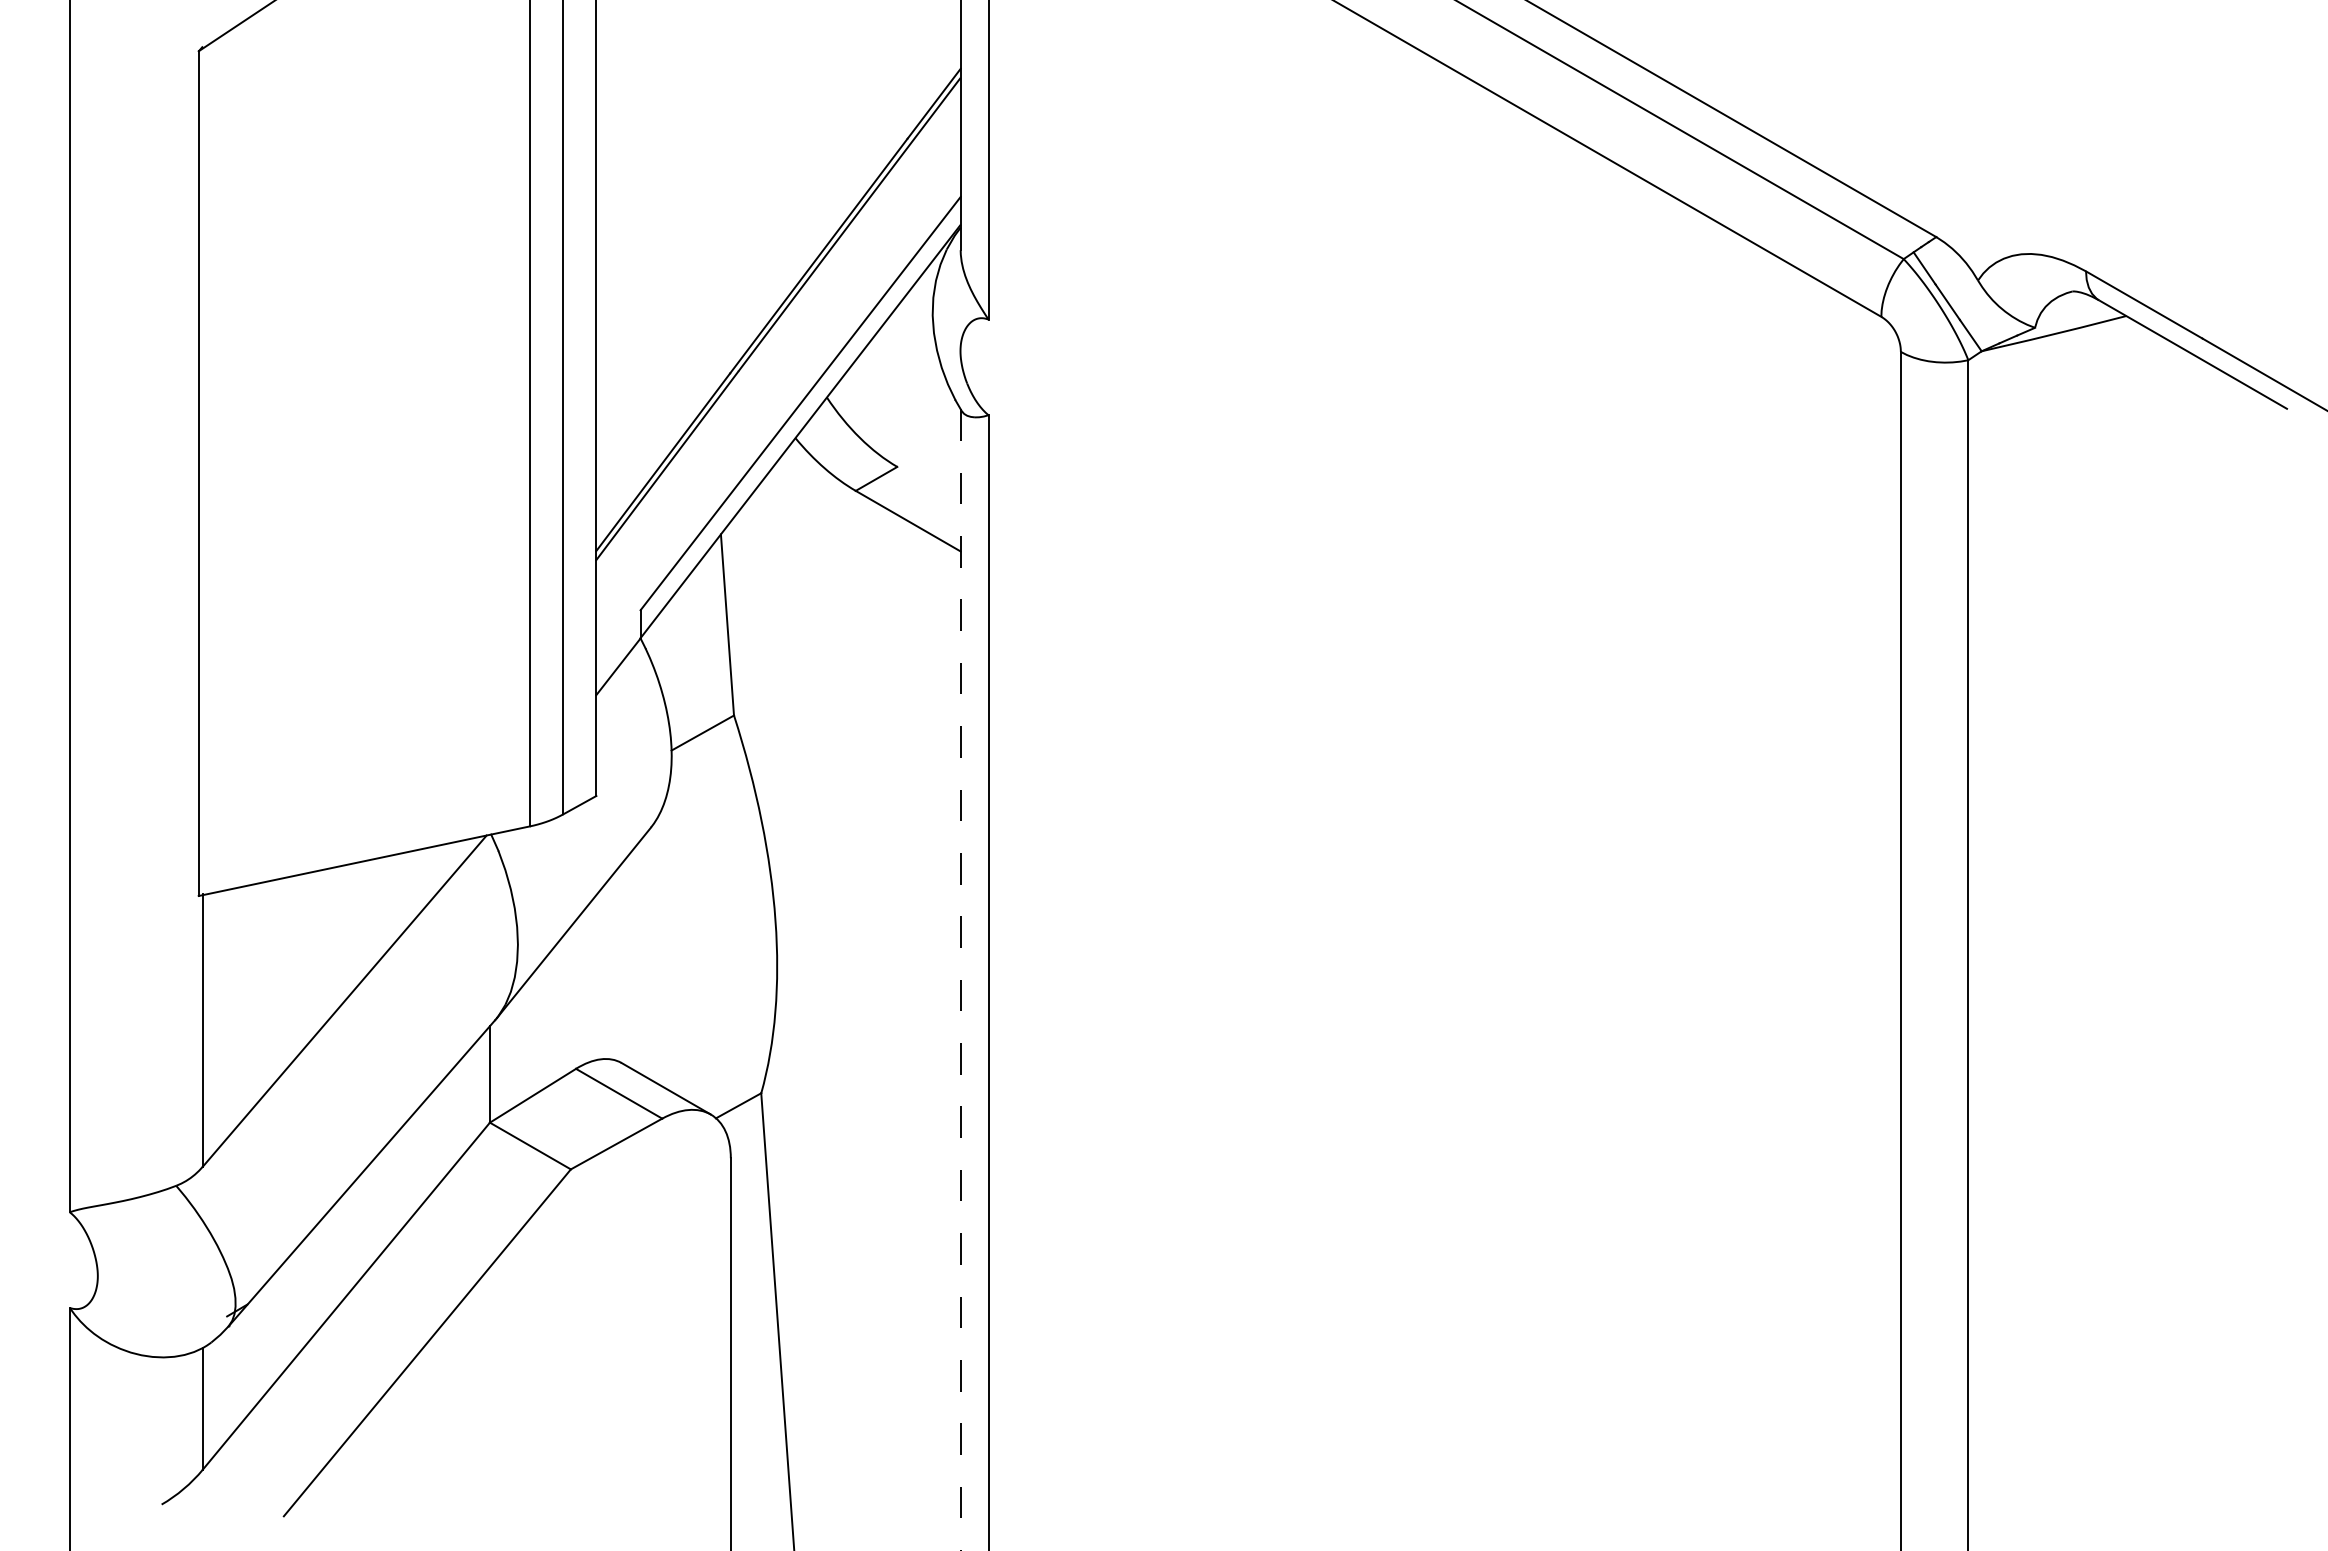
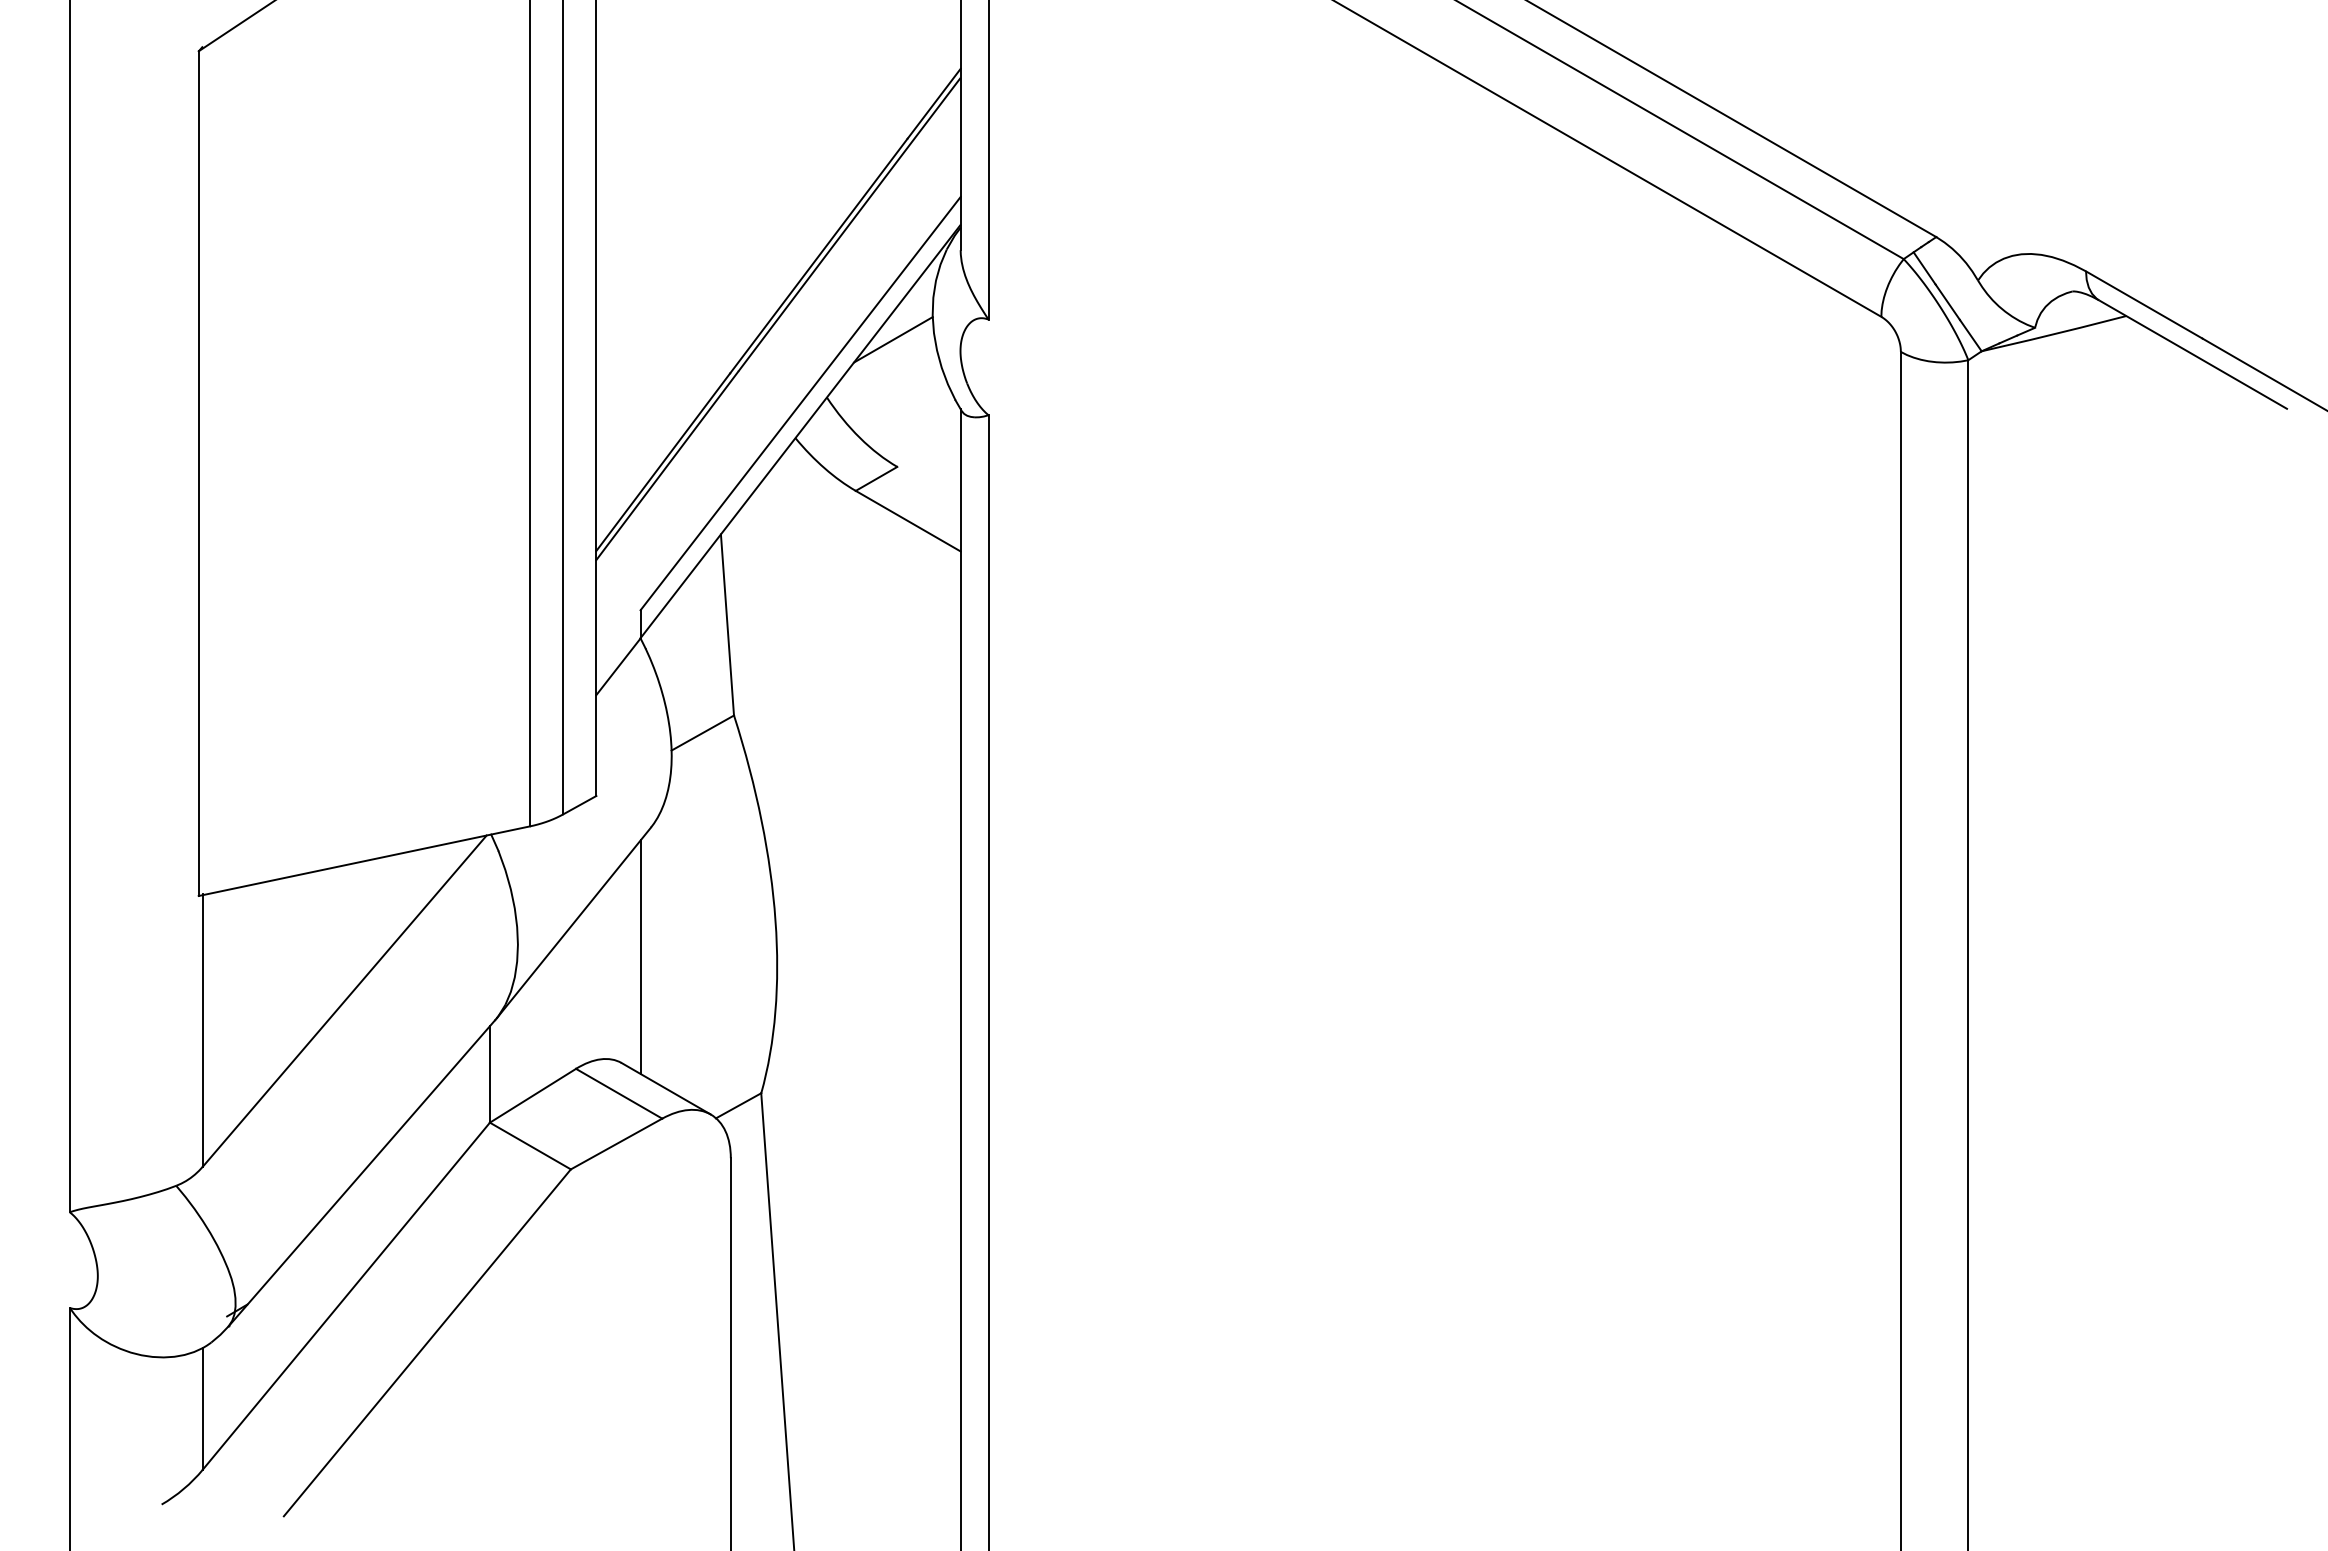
line at (892, 339): none -> present
line at (640, 957): none -> present
line at (960, 979): dashed -> solid
